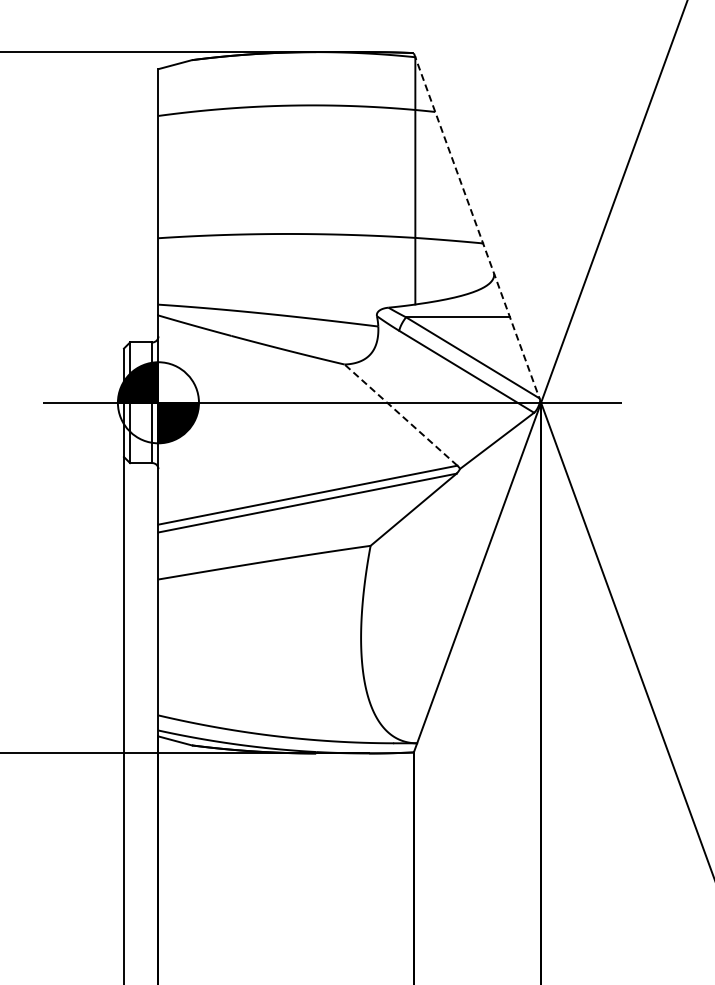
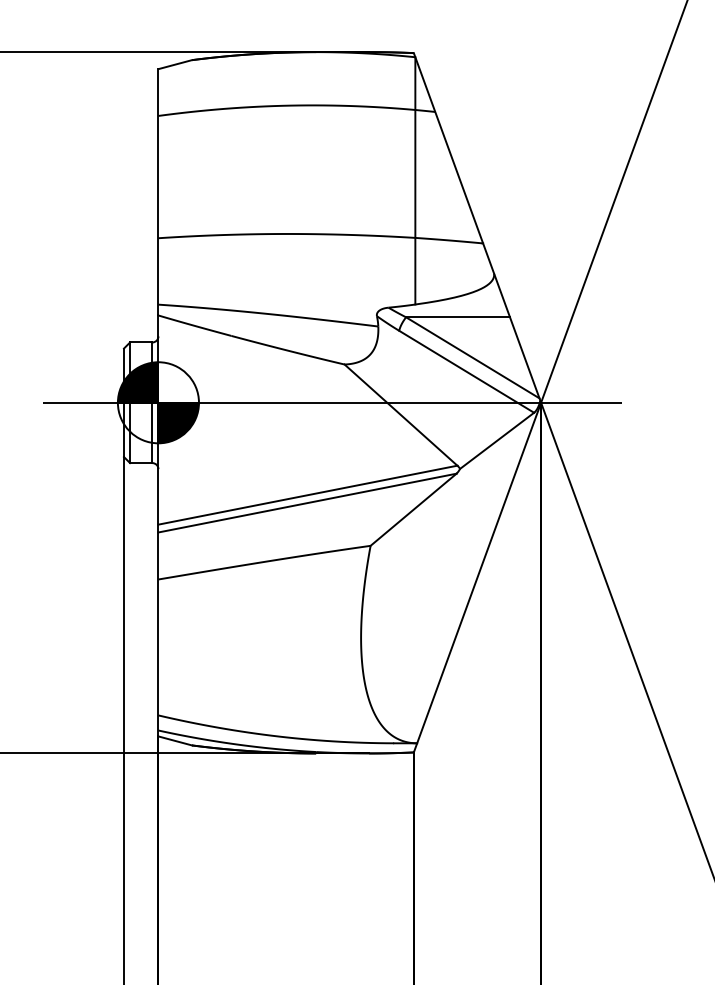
line at (477, 227): dashed -> solid
line at (401, 415): dashed -> solid
